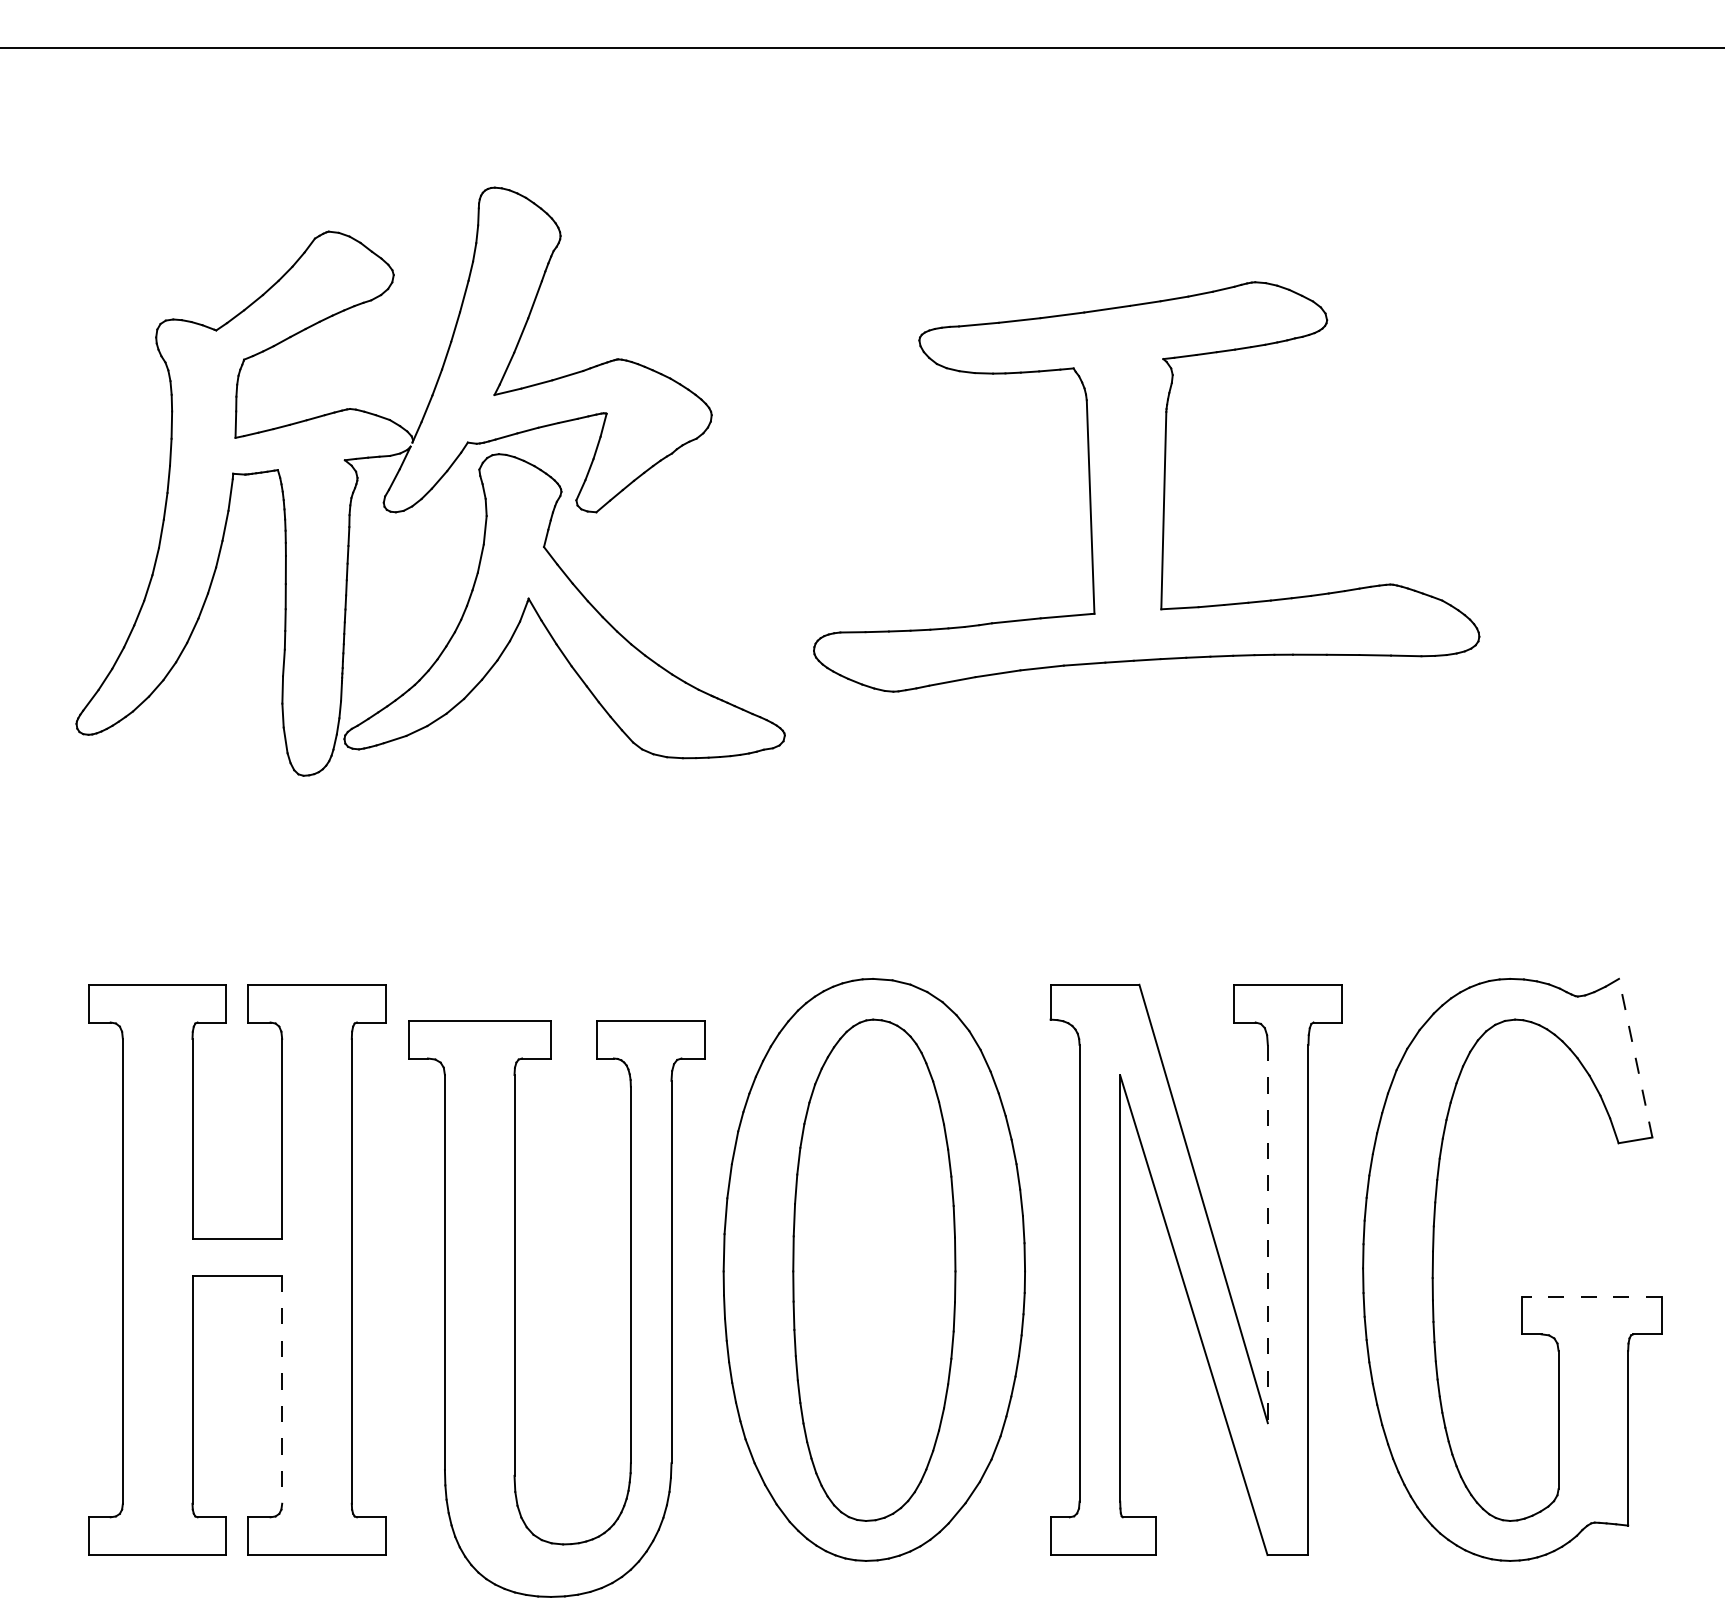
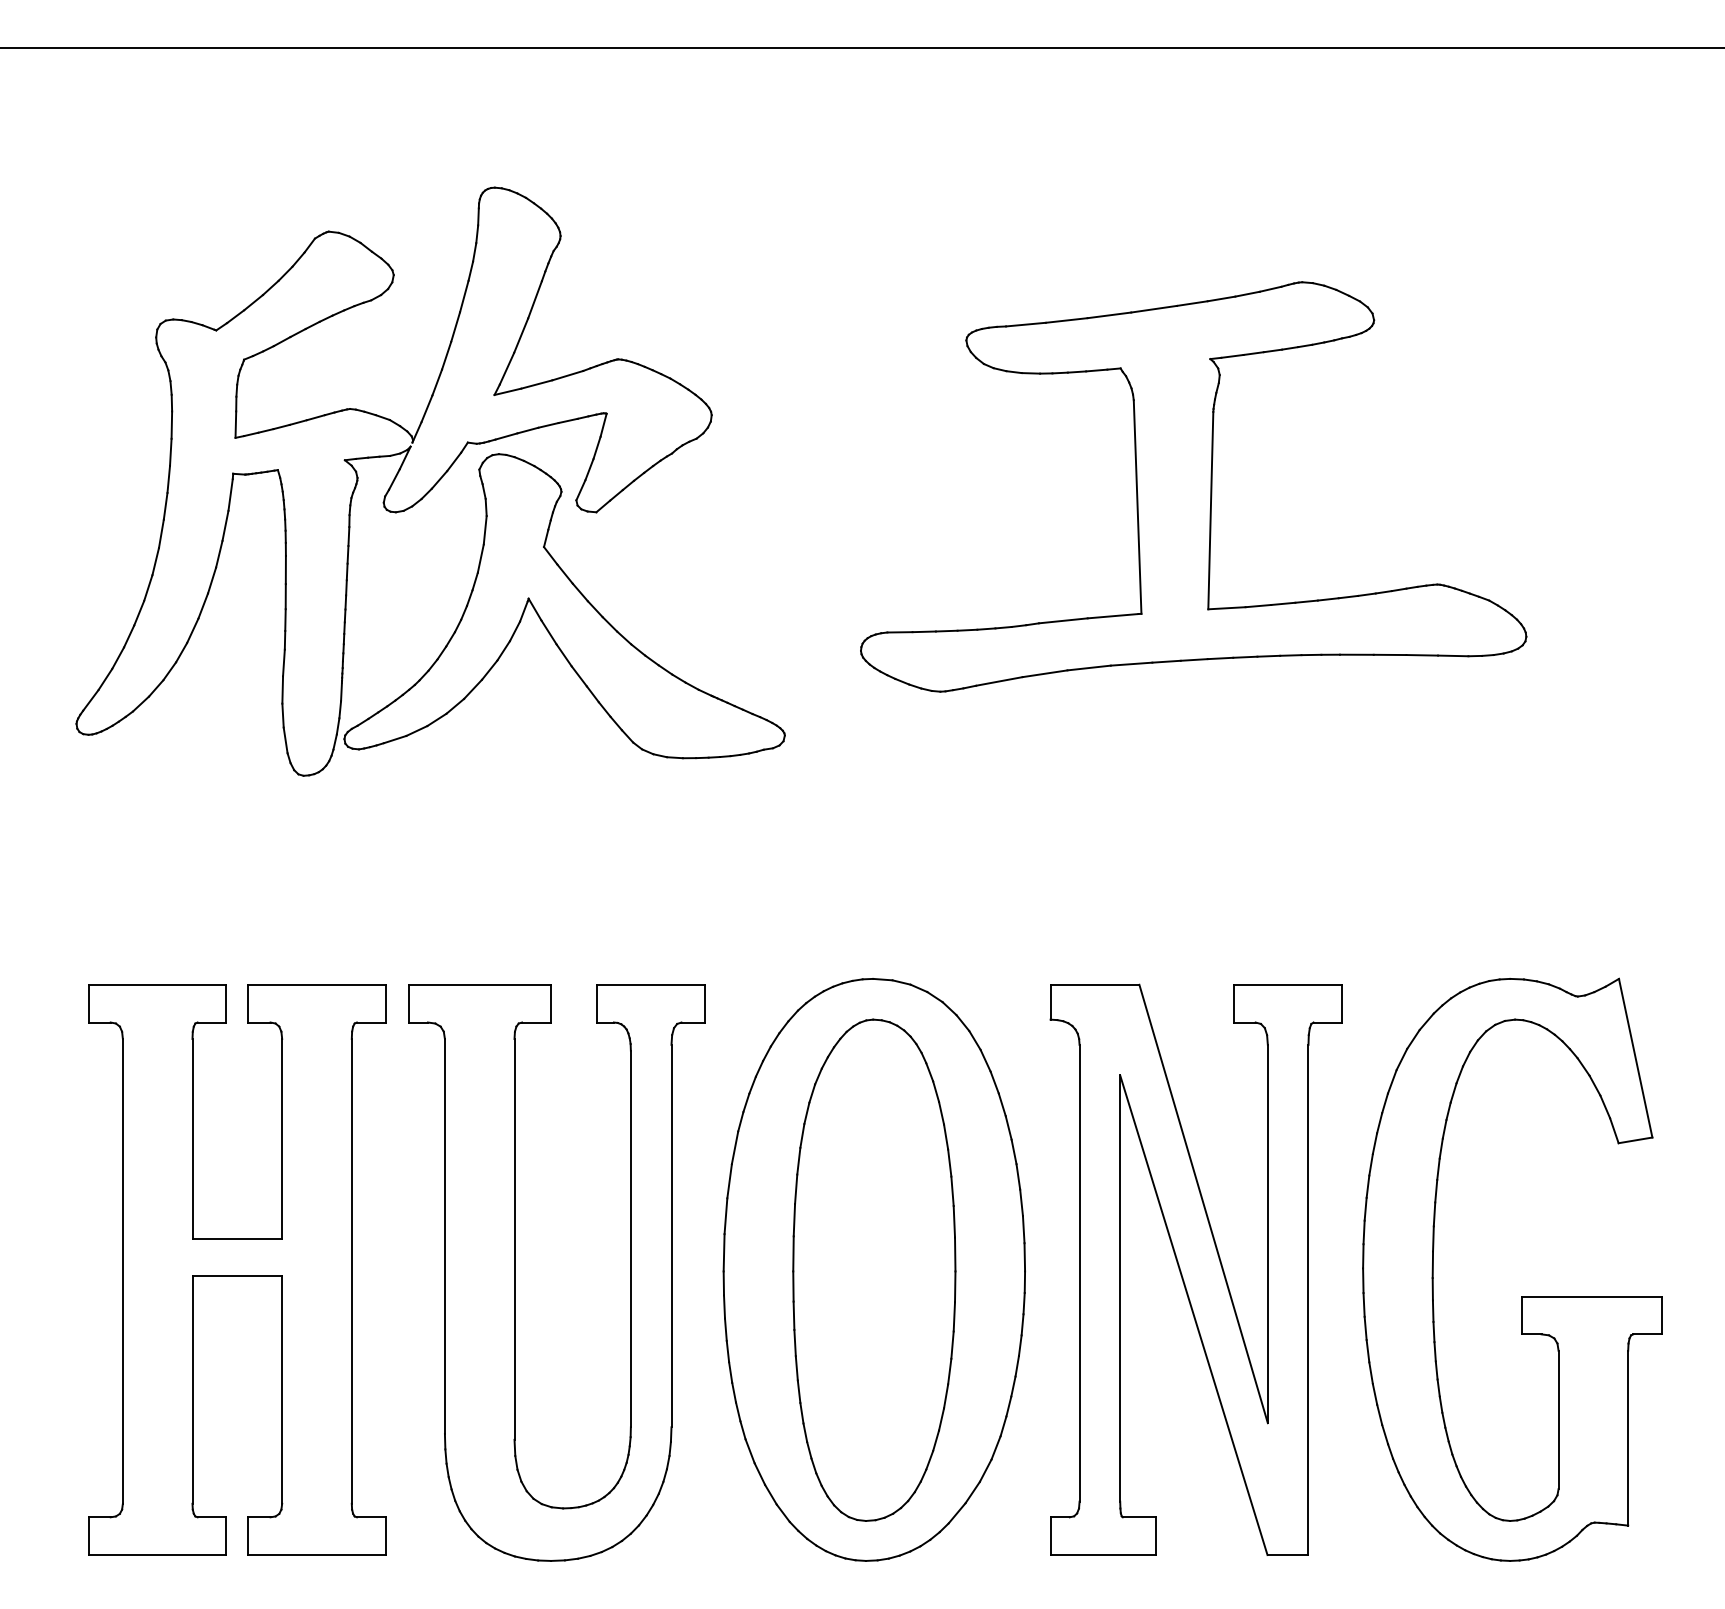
part at (1146, 486) position: (1146, 486) -> (1193, 486)
line at (1635, 1057): dashed -> solid
line at (1267, 1234): dashed -> solid
line at (1592, 1296): dashed -> solid
part at (515, 1308) position: (515, 1308) -> (515, 1272)
line at (282, 1390): dashed -> solid
